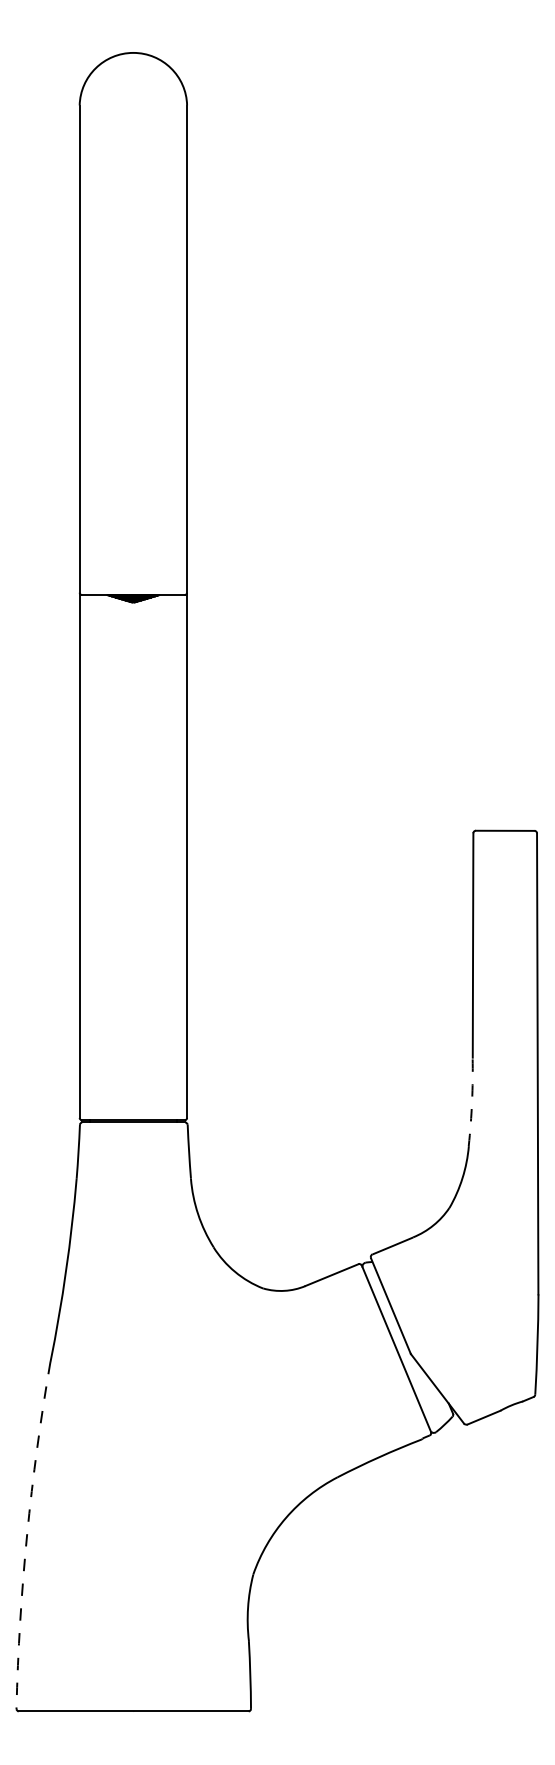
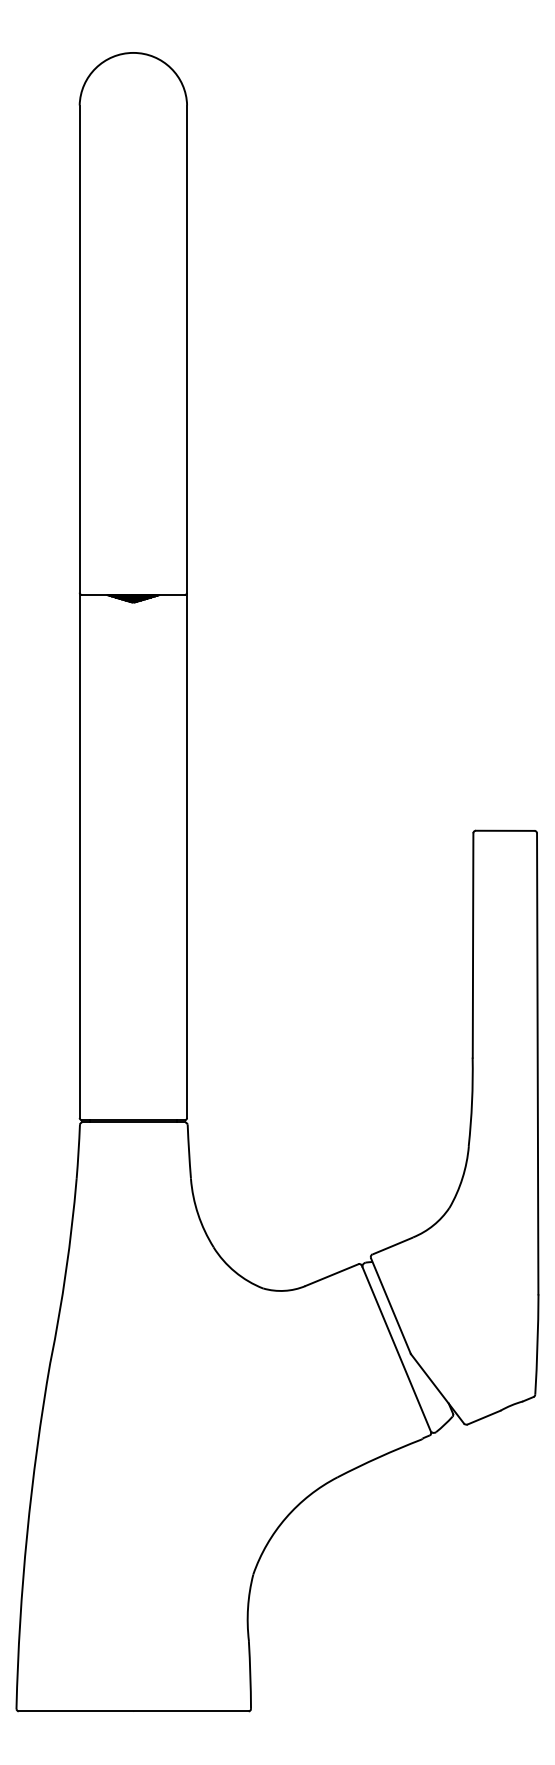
arc at (472, 1101): dashed -> solid
arc at (27, 1534): dashed -> solid
